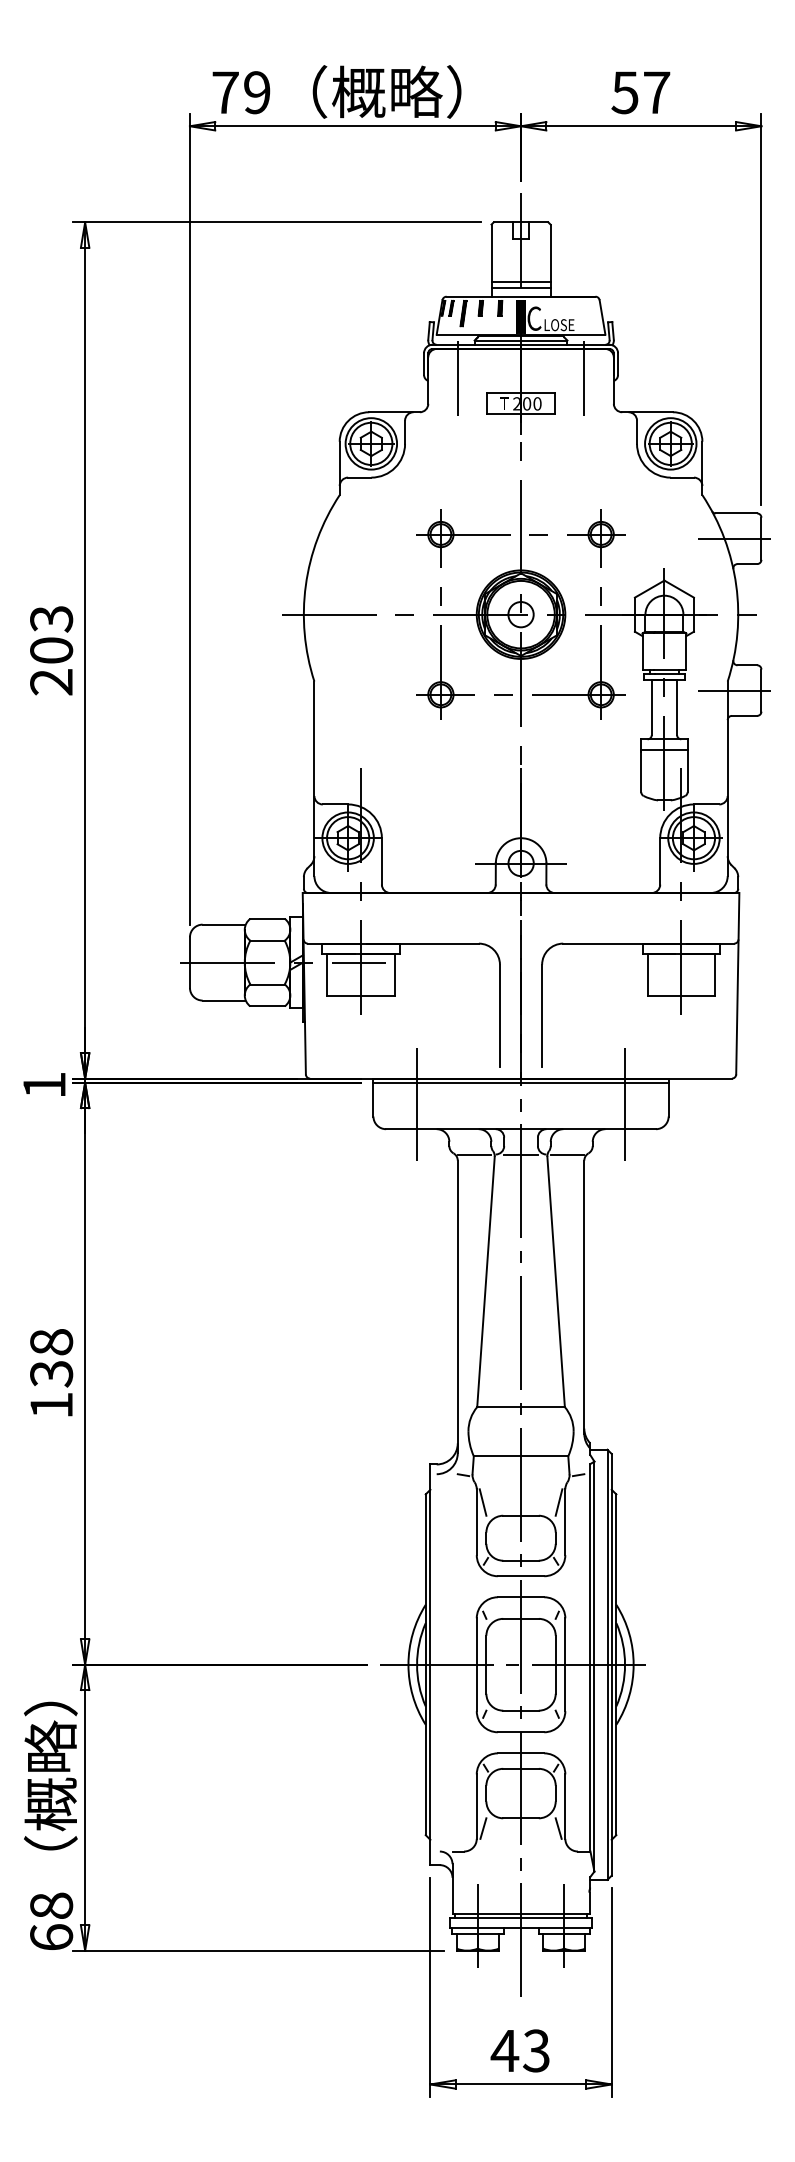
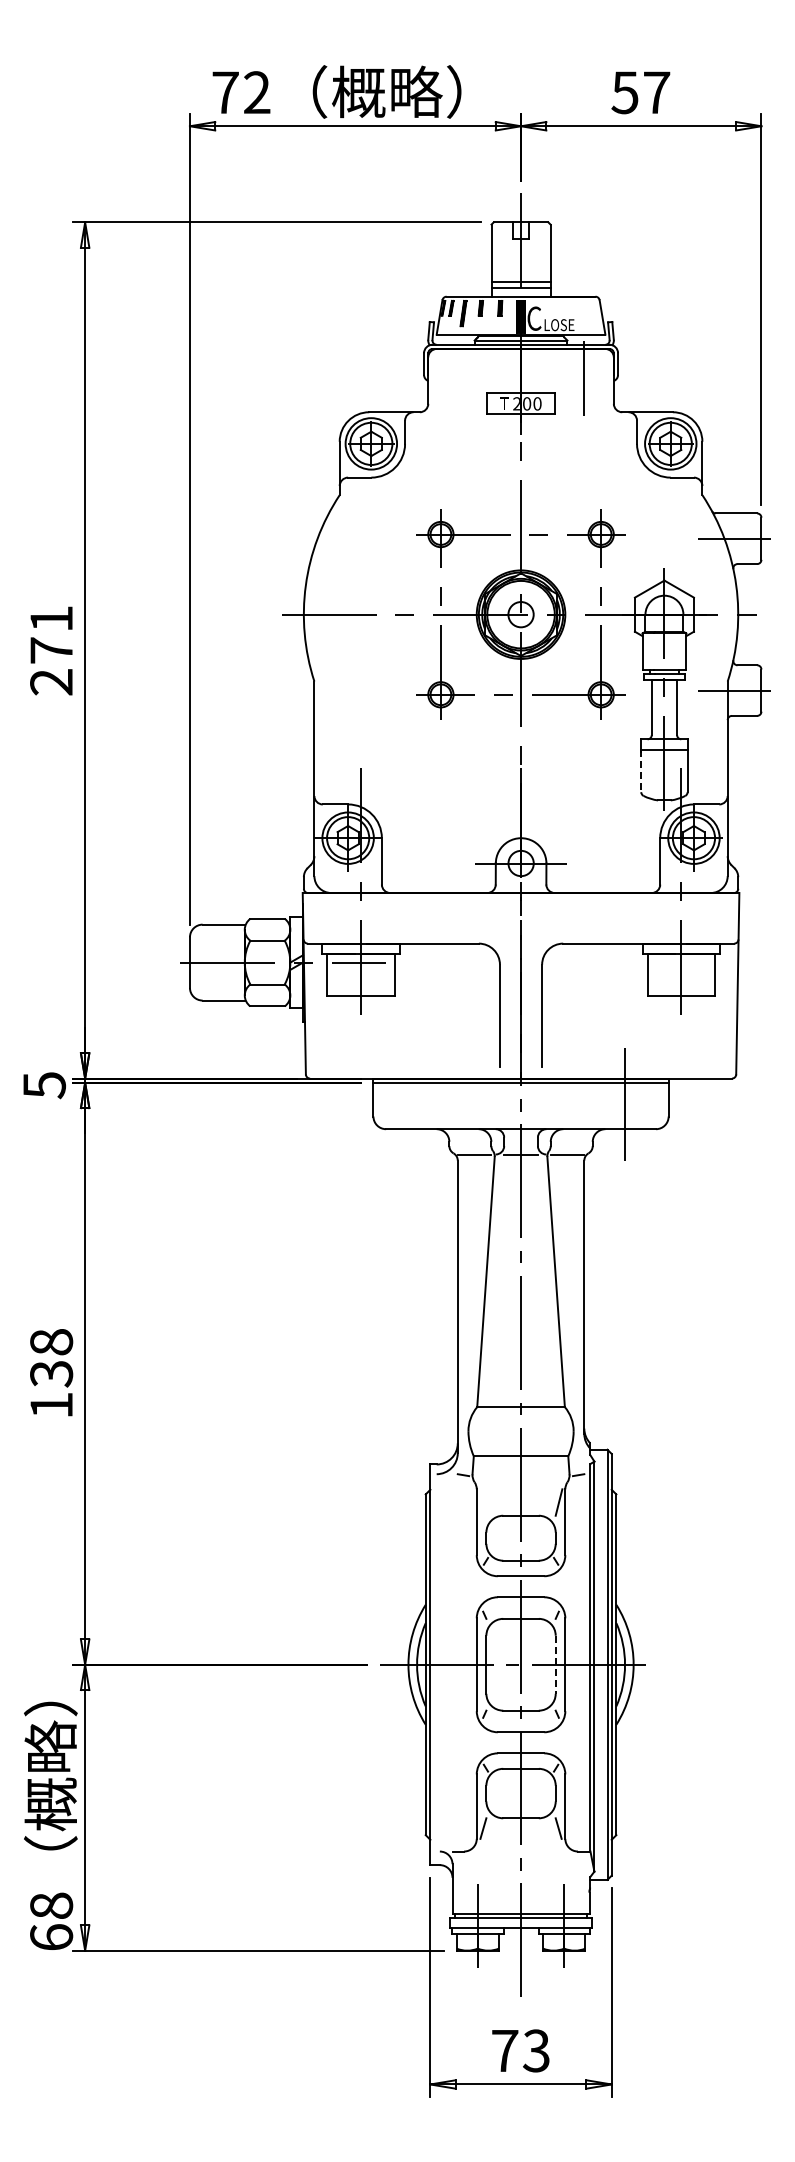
text at (257, 92): 79 -> 72
line at (457, 378): present -> none
text at (51, 634): 203 -> 271
line at (641, 771): solid -> dashed
text at (44, 1085): 1 -> 5
line at (416, 1108): present -> none
line at (482, 1502): present -> none
line at (555, 1665): solid -> dashed
text at (504, 2050): 43 -> 73
